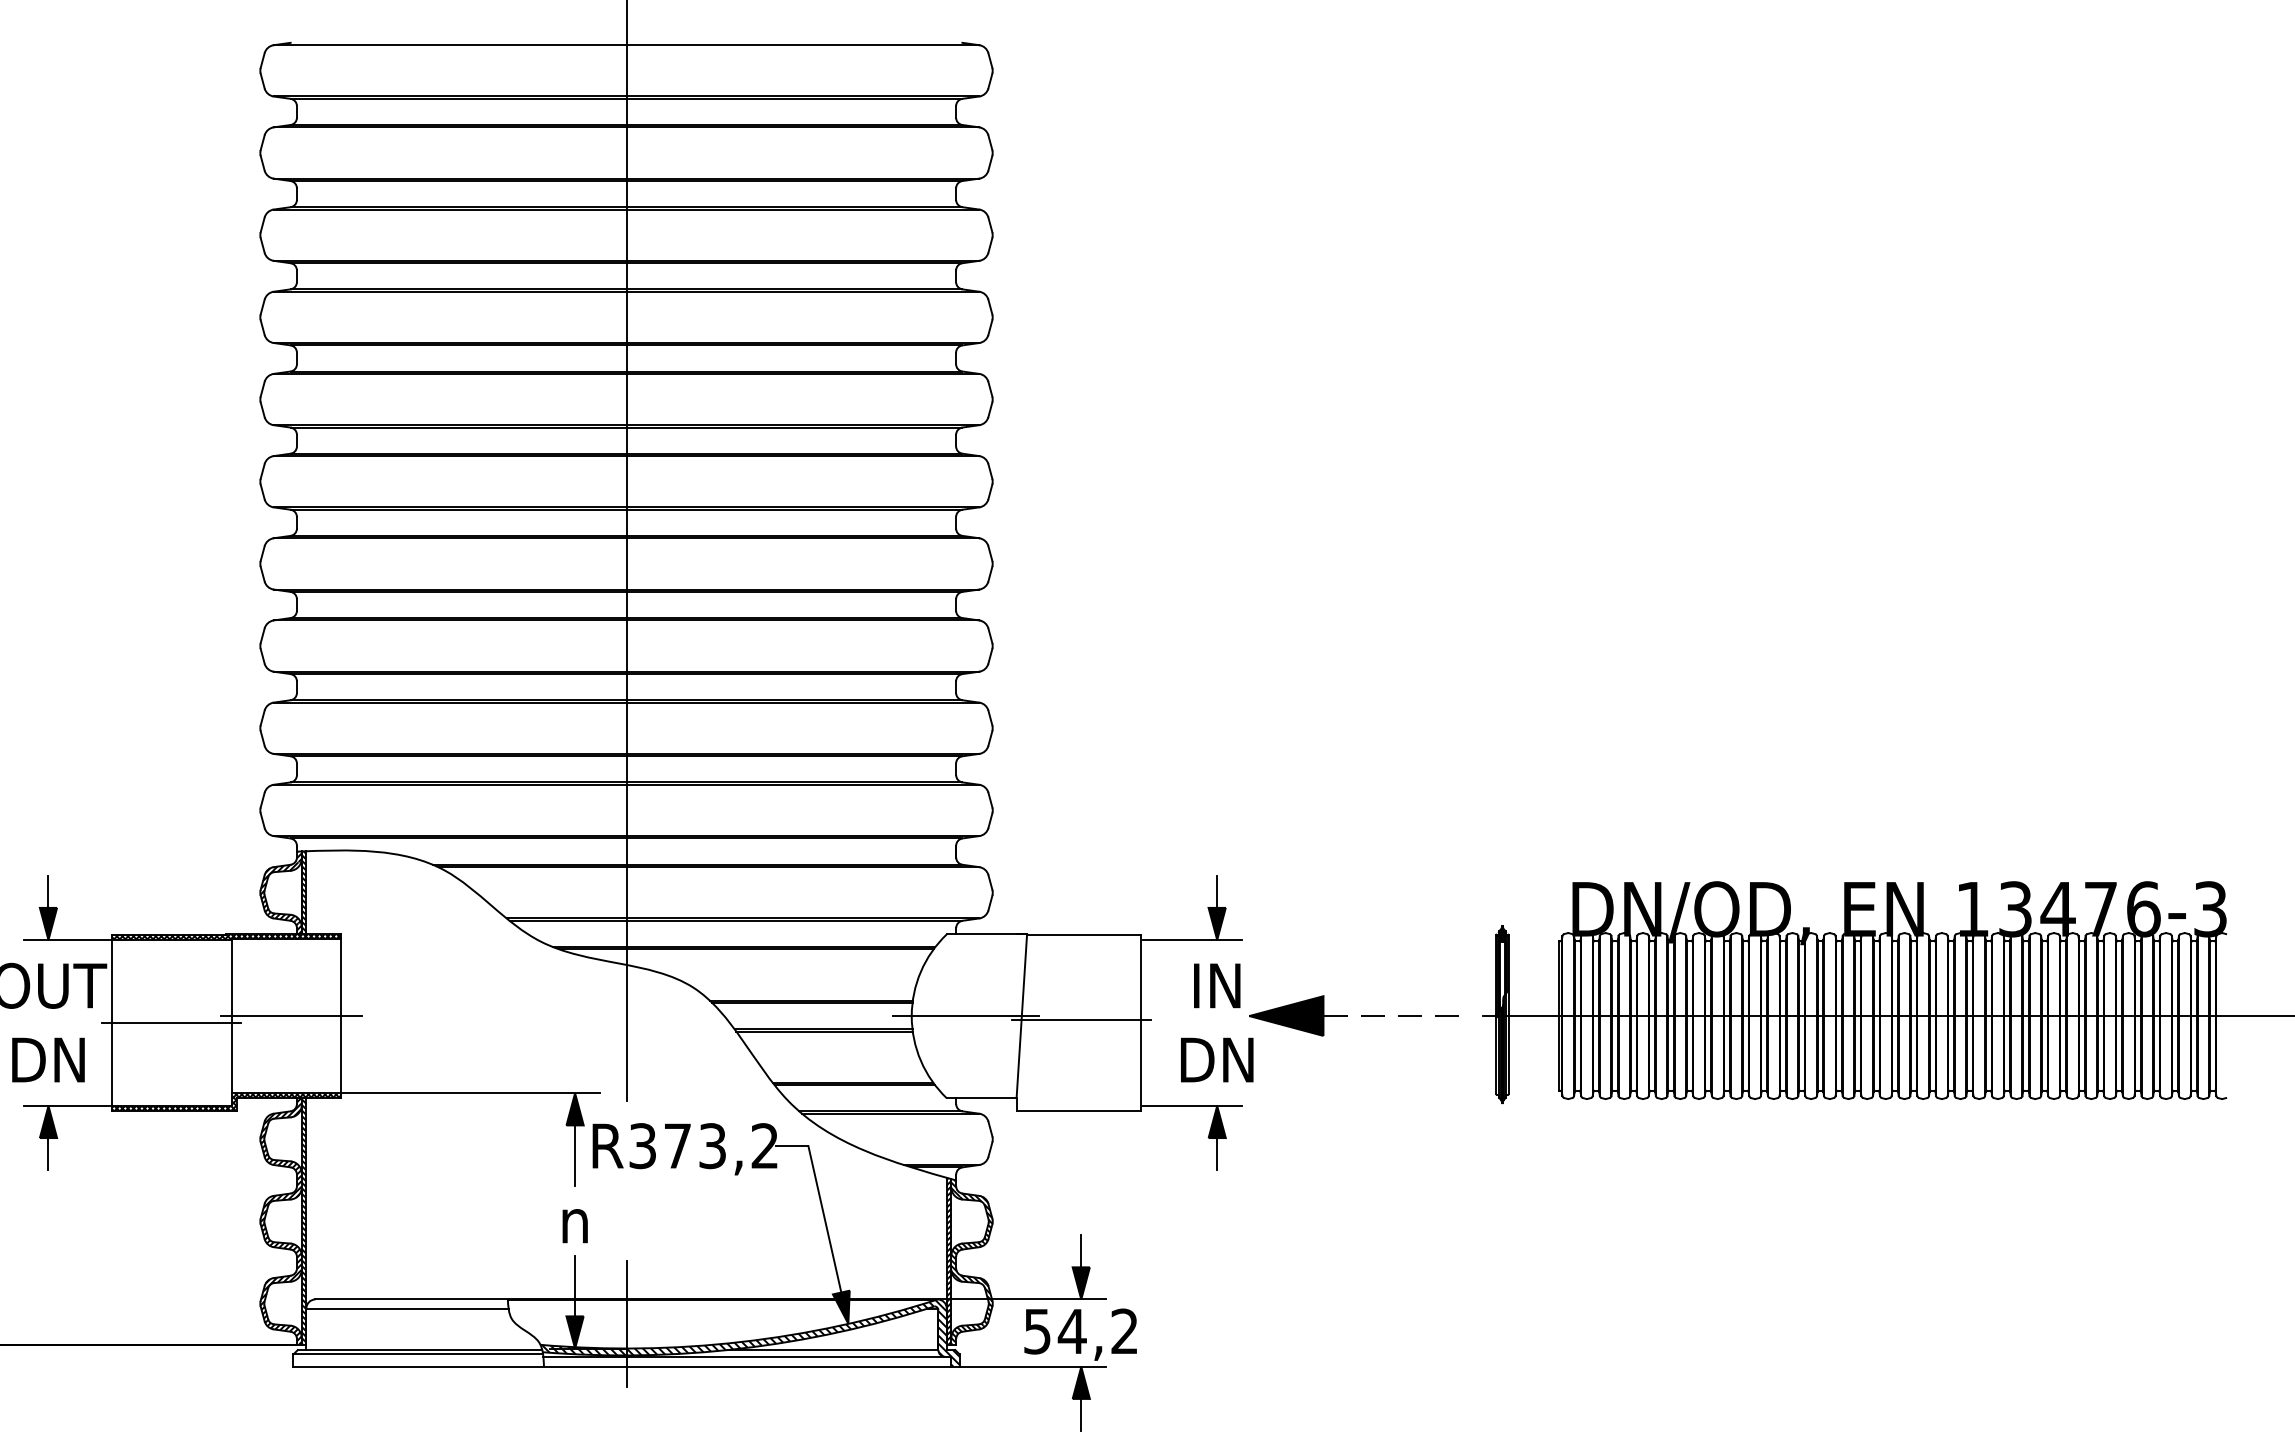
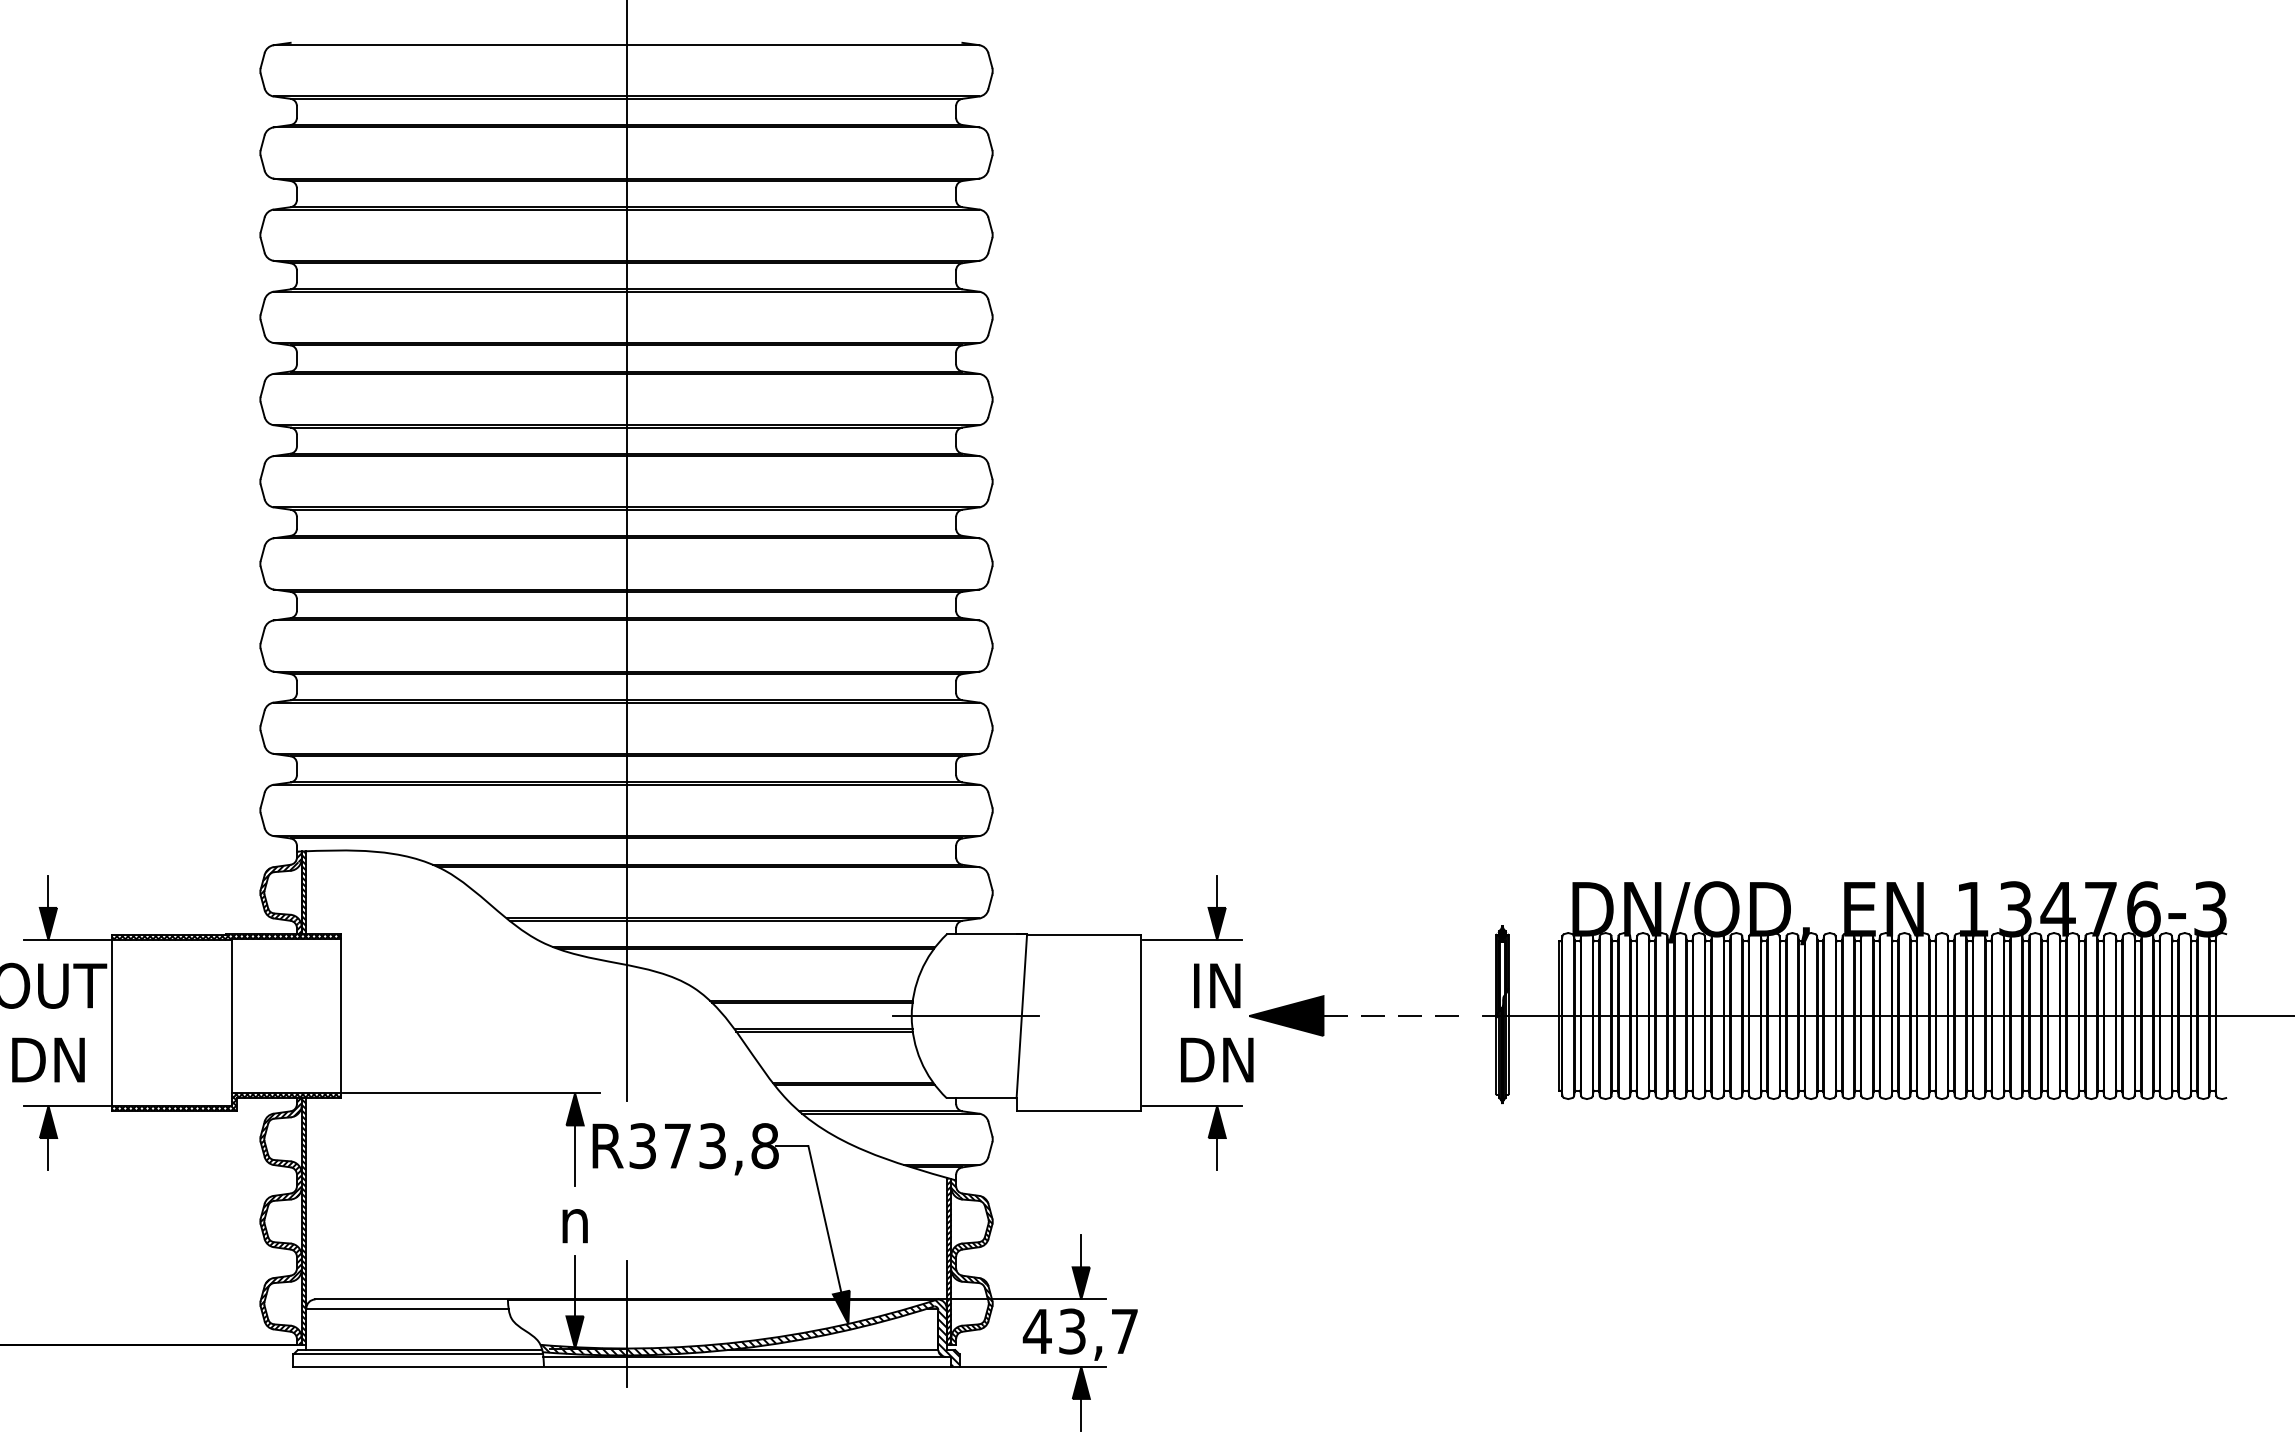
line at (291, 1016): present -> none
line at (1081, 1020): present -> none
line at (171, 1022): present -> none
text at (764, 1146): R373,2 -> R373,8
text at (1079, 1331): 54,2 -> 43,7
